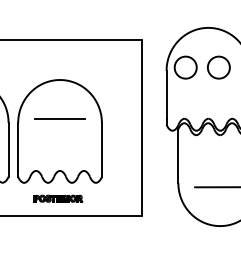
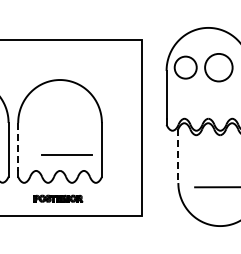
circle at (218, 67) size: 24x25 px -> 30x30 px
line at (59, 118) position: (59, 118) -> (66, 154)
line at (18, 146): solid -> dashed
line at (178, 156): solid -> dashed
